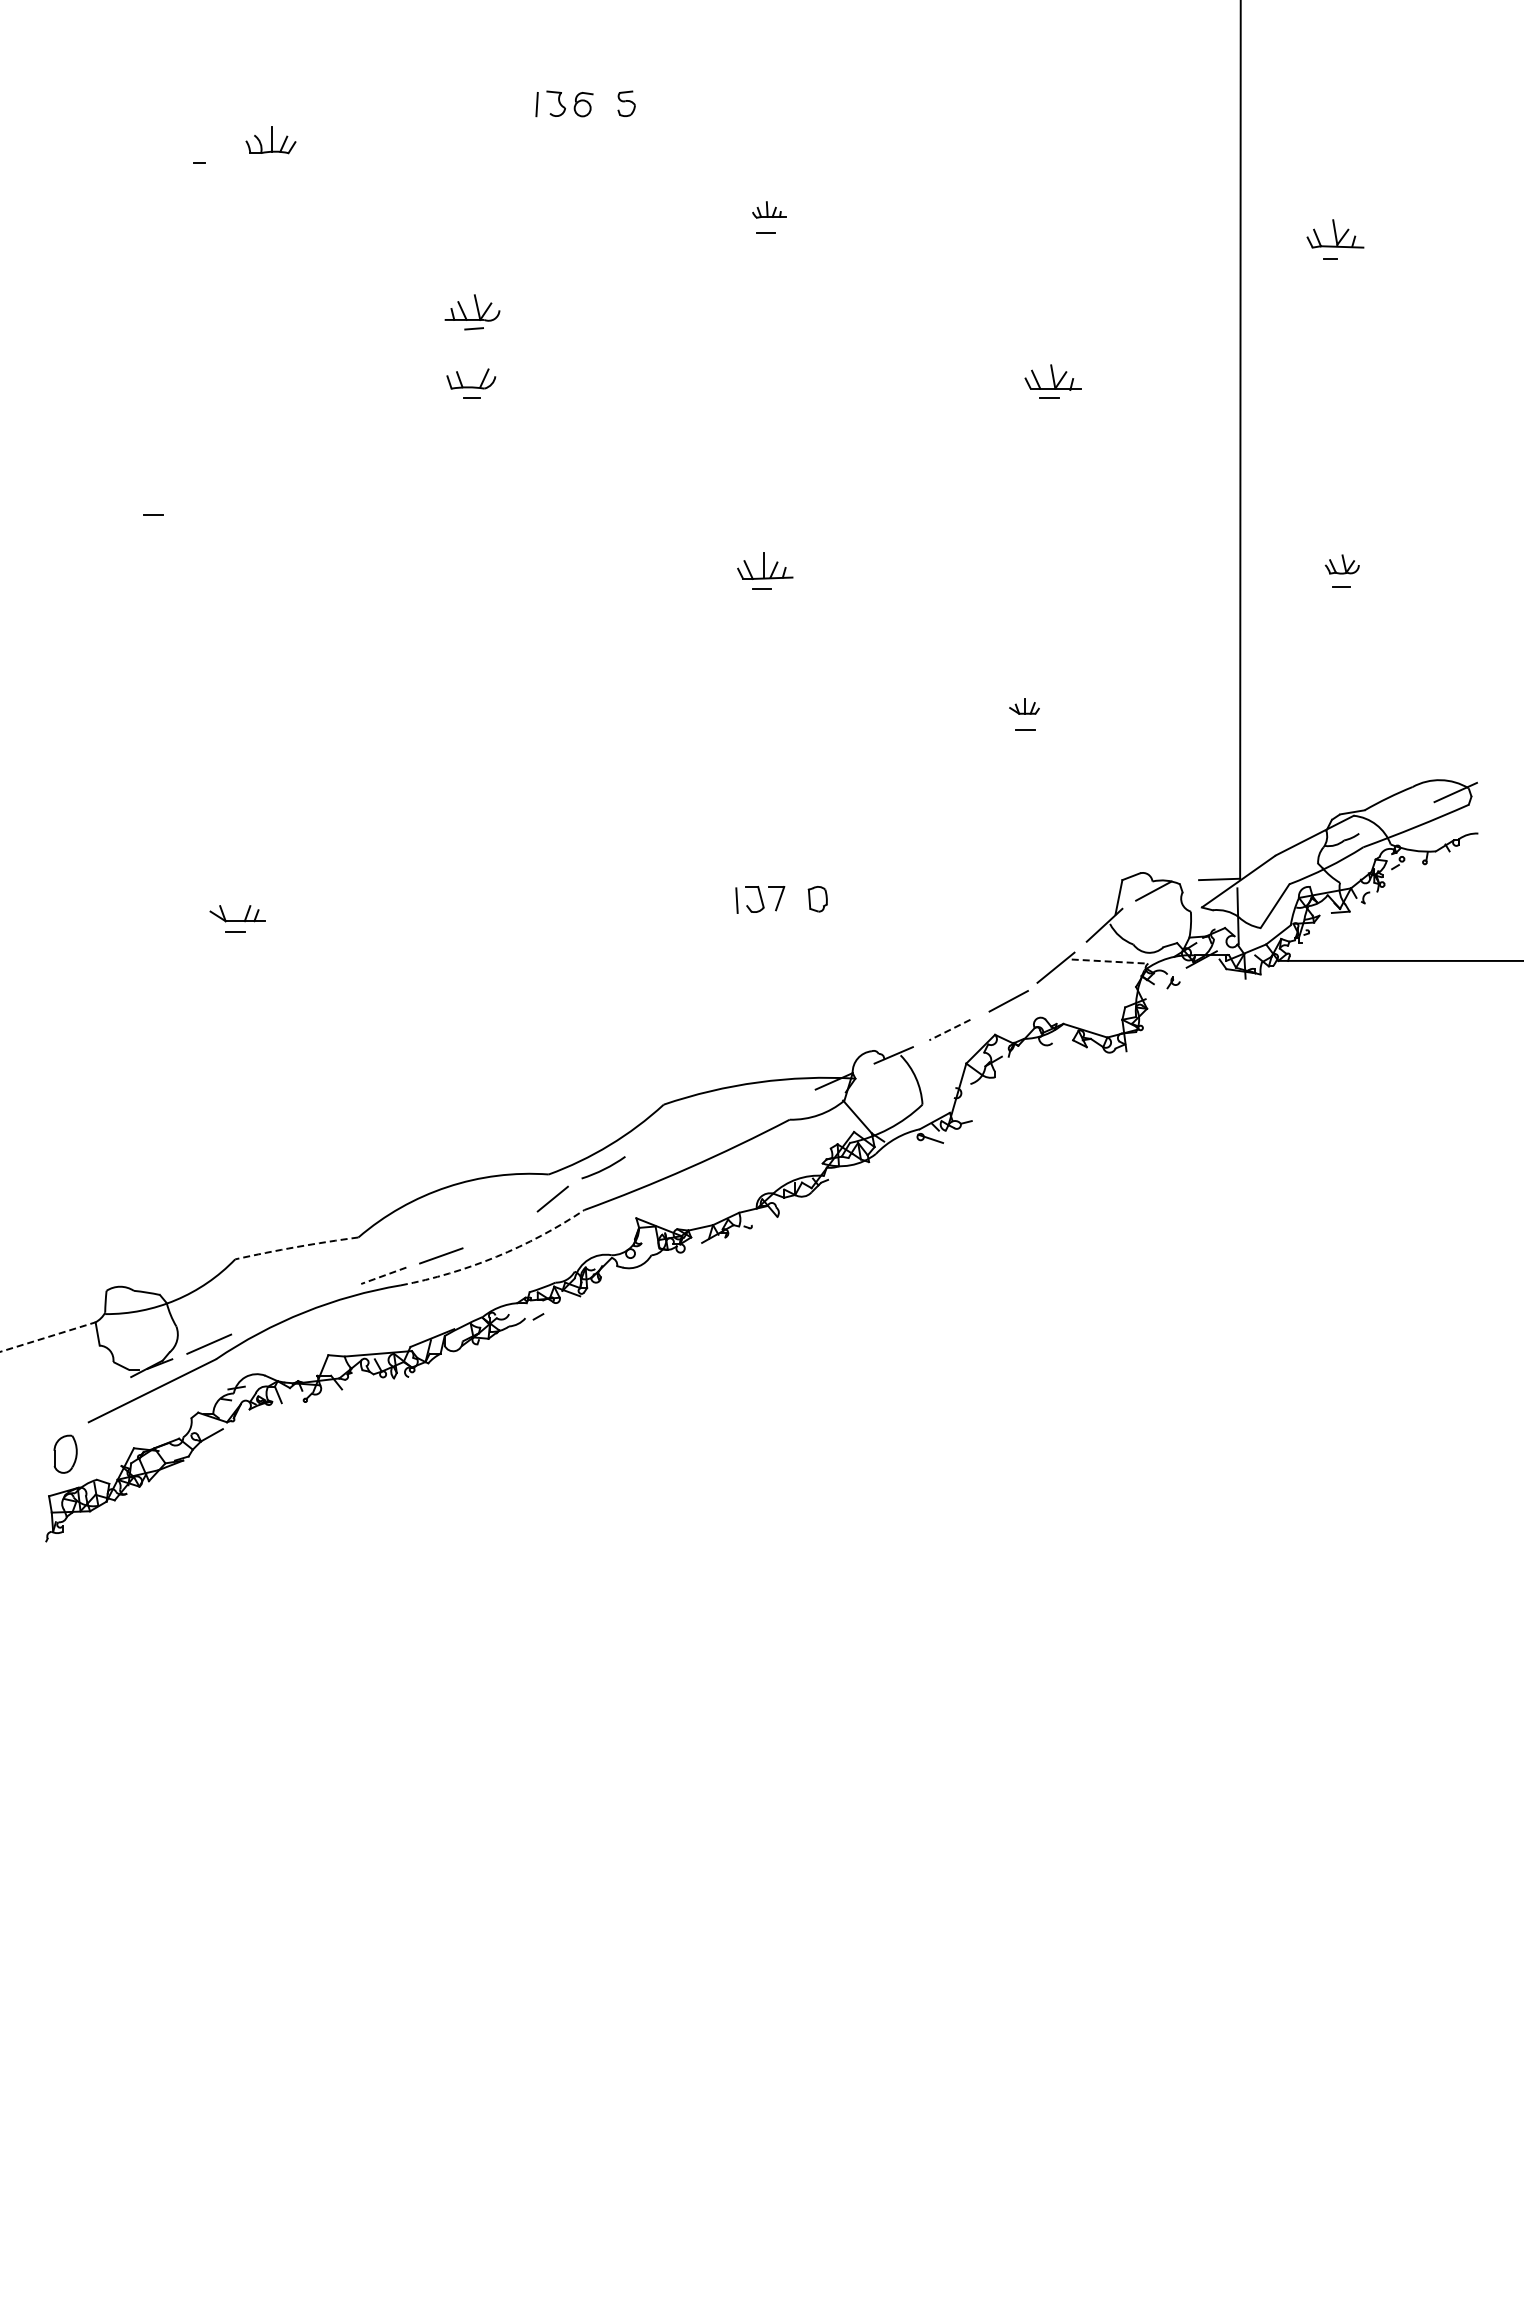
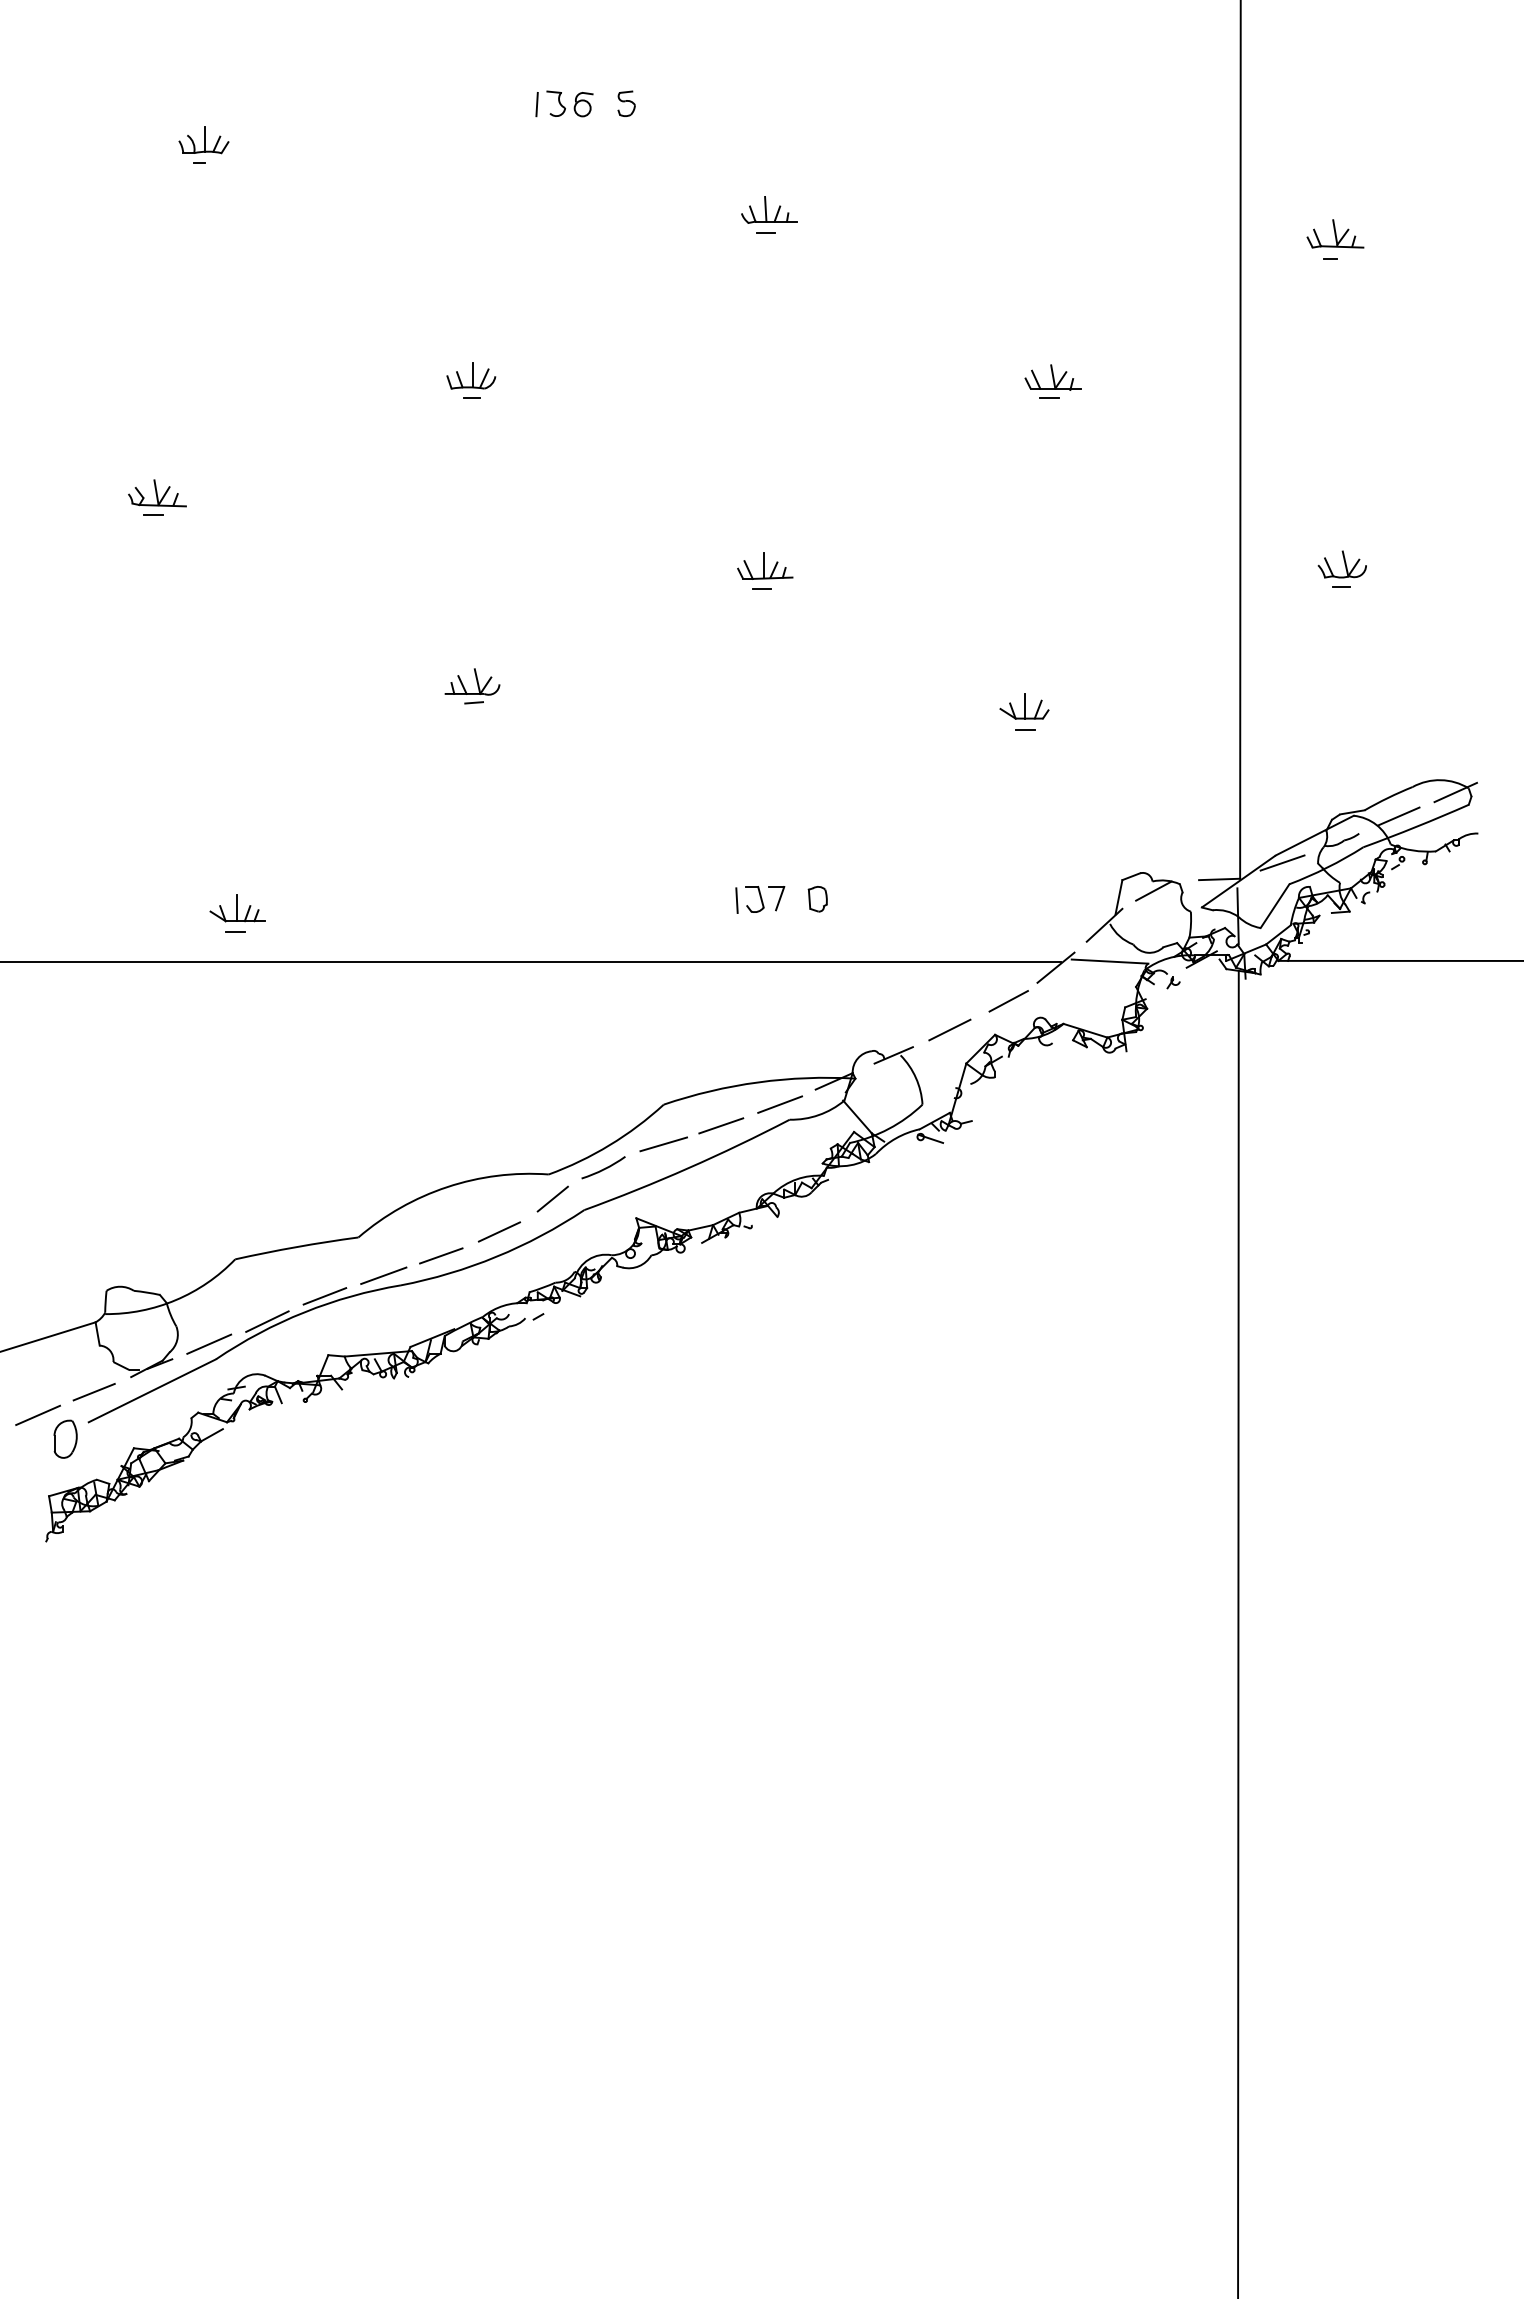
part at (270, 140) position: (270, 140) -> (203, 140)
part at (769, 209) size: 35x18 px -> 57x28 px
part at (472, 312) position: (472, 312) -> (472, 686)
line at (473, 374): none -> present
part at (157, 493): none -> present
part at (1341, 564) size: 36x21 px -> 50x29 px
part at (1024, 706) size: 31x17 px -> 51x27 px
line at (1398, 816): none -> present
line at (1282, 862): none -> present
line at (236, 908): none -> present
line at (1110, 961): dashed -> solid
line at (531, 962): none -> present
line at (949, 1030): dashed -> solid
line at (780, 1104): none -> present
line at (721, 1125): none -> present
line at (663, 1144): none -> present
line at (499, 1231): none -> present
arc at (296, 1247): dashed -> solid
arc at (496, 1256): dashed -> solid
line at (383, 1275): dashed -> solid
line at (324, 1296): none -> present
line at (267, 1321): none -> present
line at (47, 1337): dashed -> solid
line at (93, 1391): none -> present
line at (38, 1415): none -> present
part at (65, 1453) position: (65, 1453) -> (65, 1438)
line at (1238, 1633): none -> present
